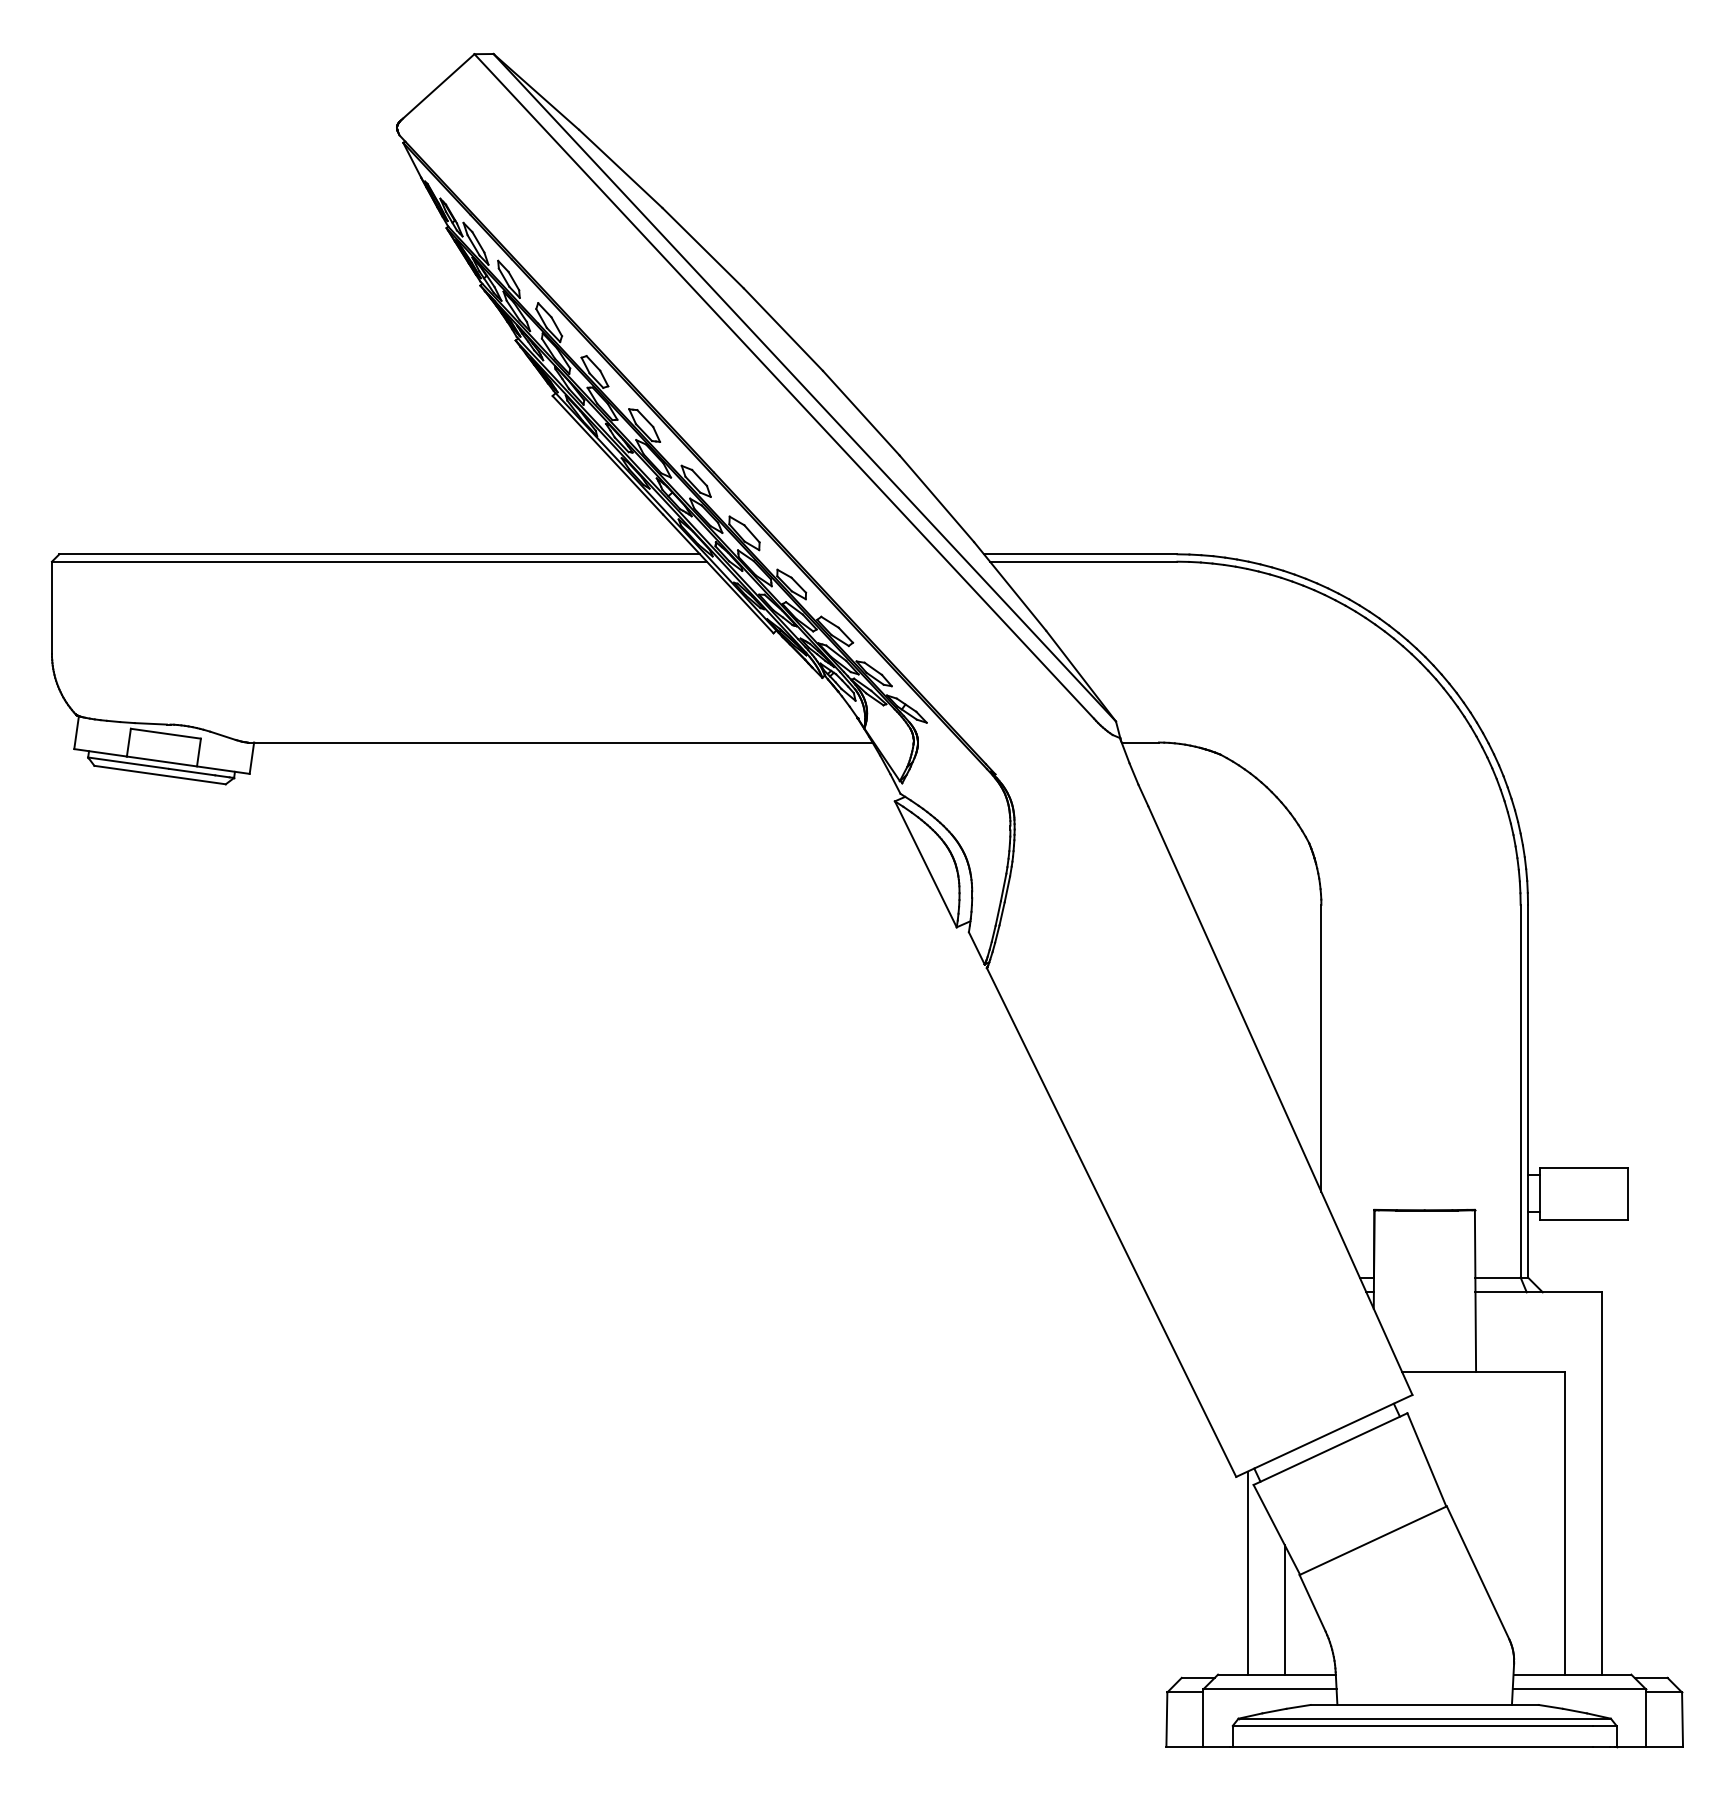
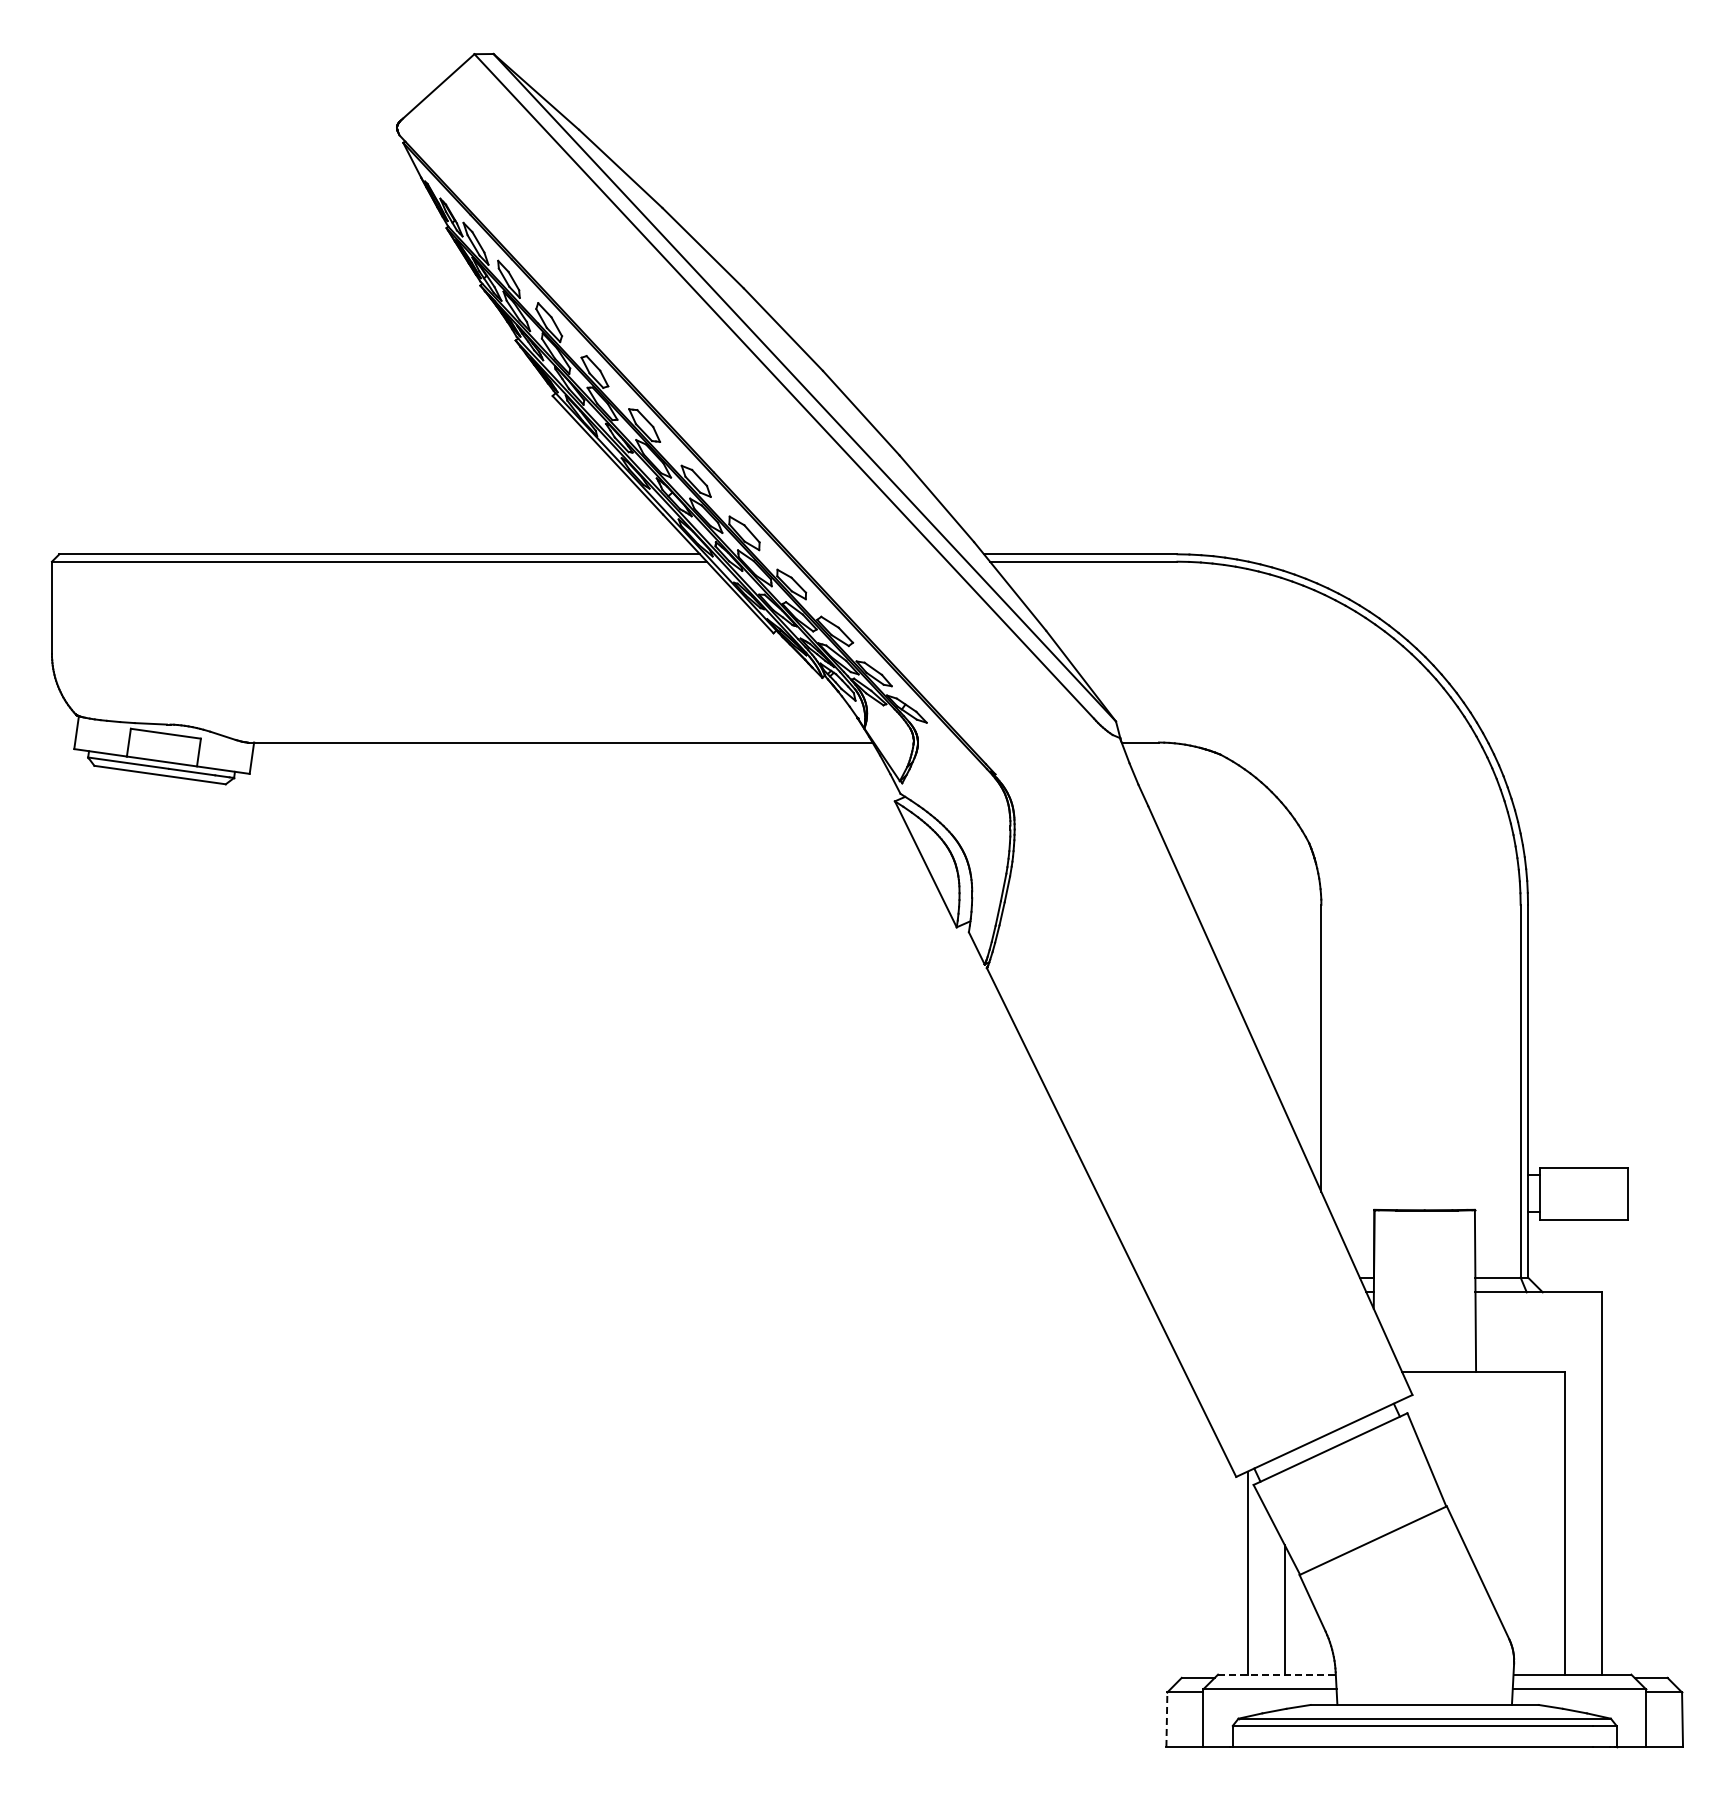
line at (1276, 1674): solid -> dashed
line at (1166, 1719): solid -> dashed
